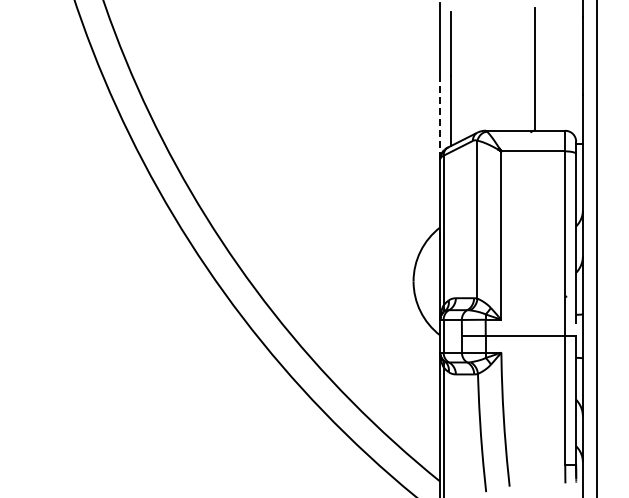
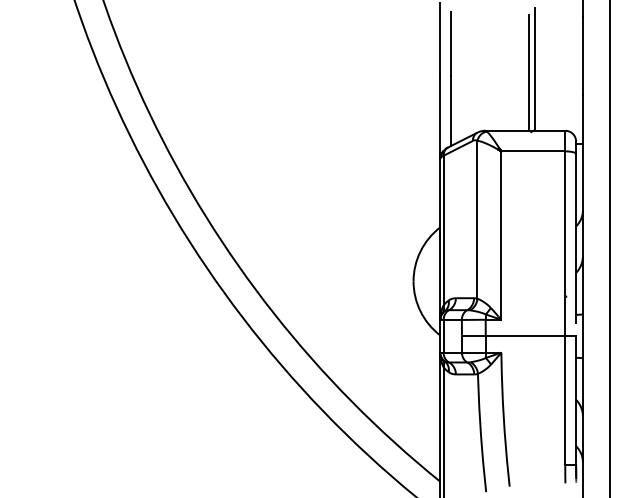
line at (528, 72): none -> present
line at (440, 117): dashed -> solid
line at (597, 248) position: (597, 248) -> (610, 248)
